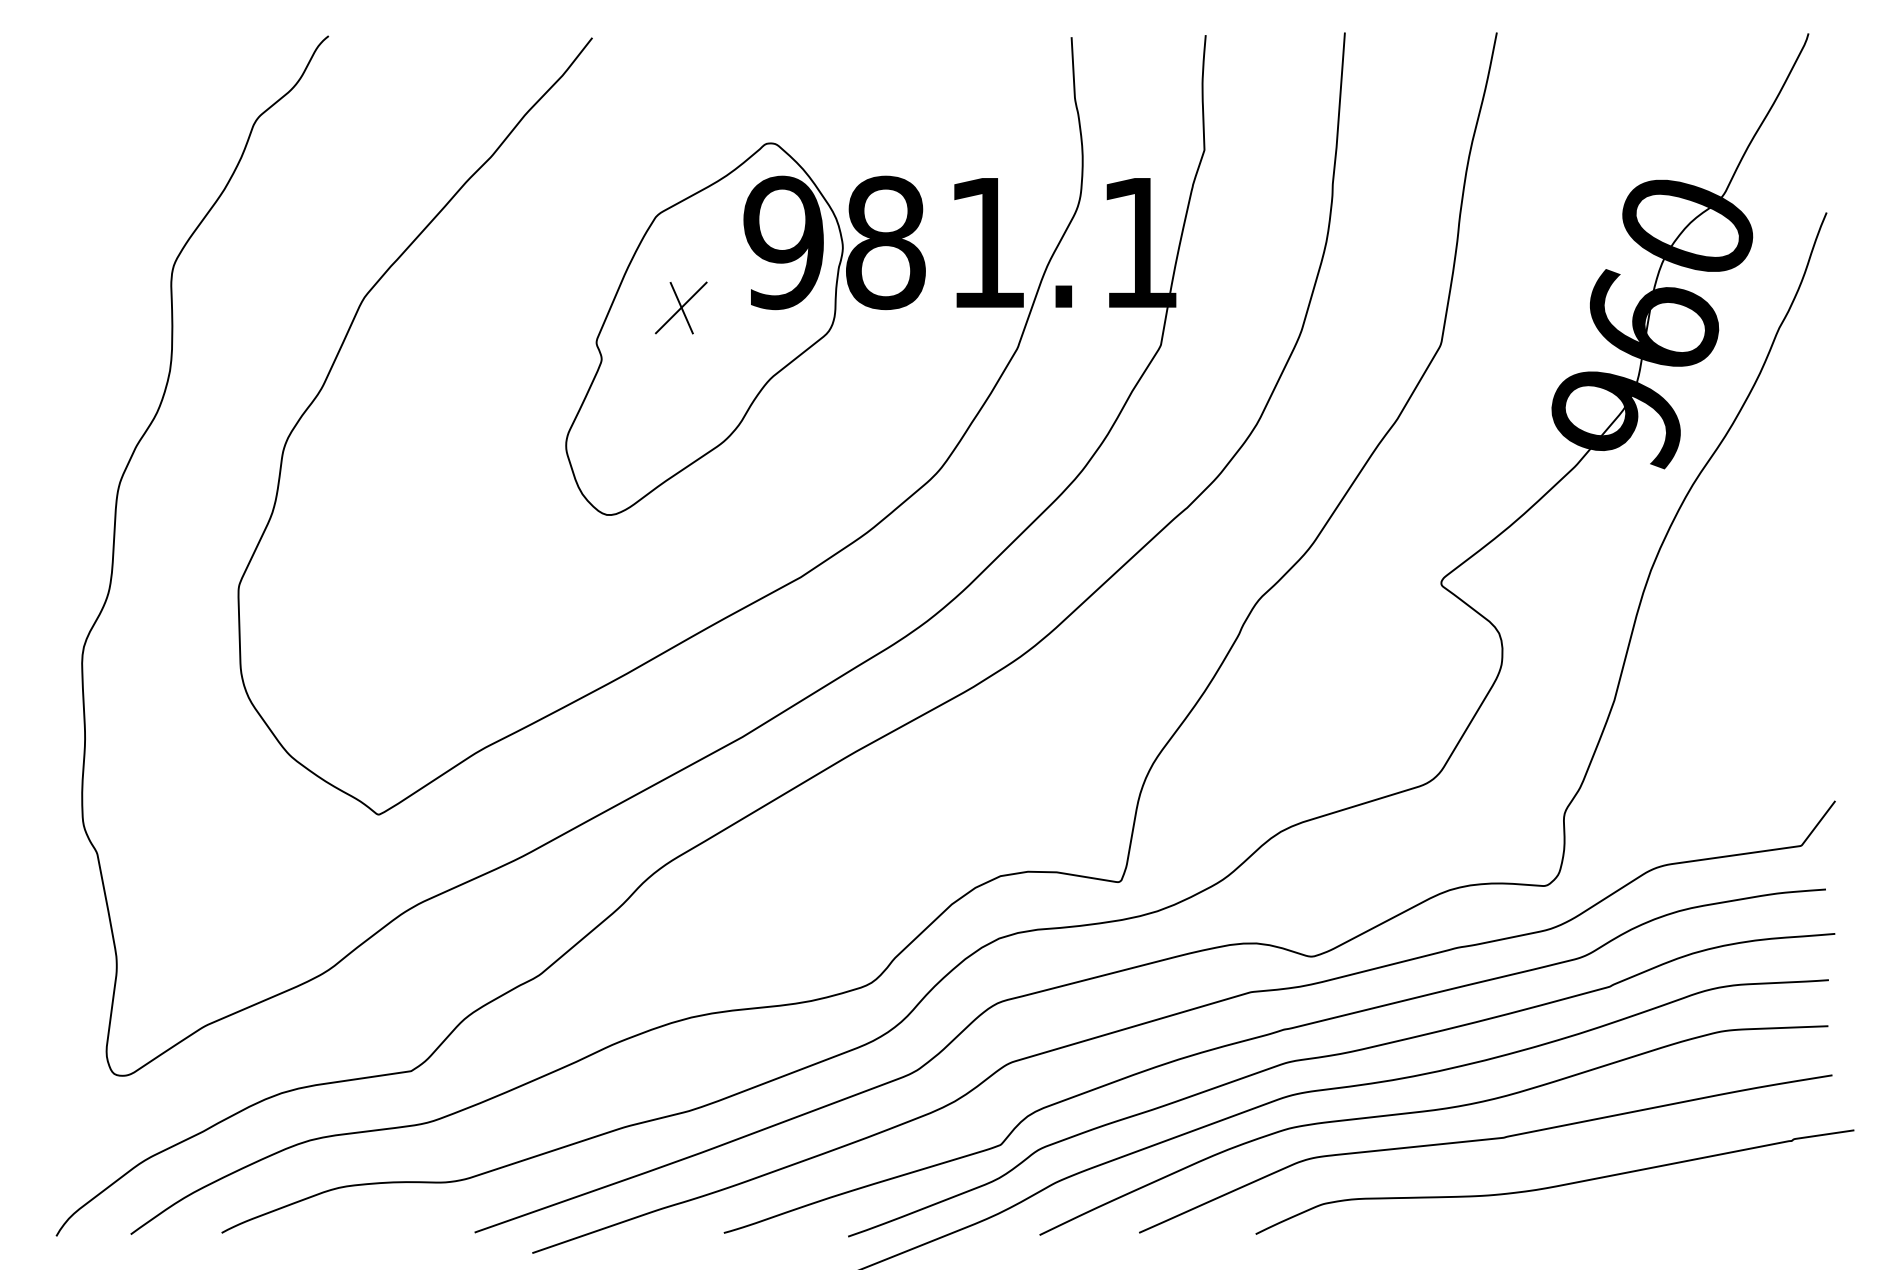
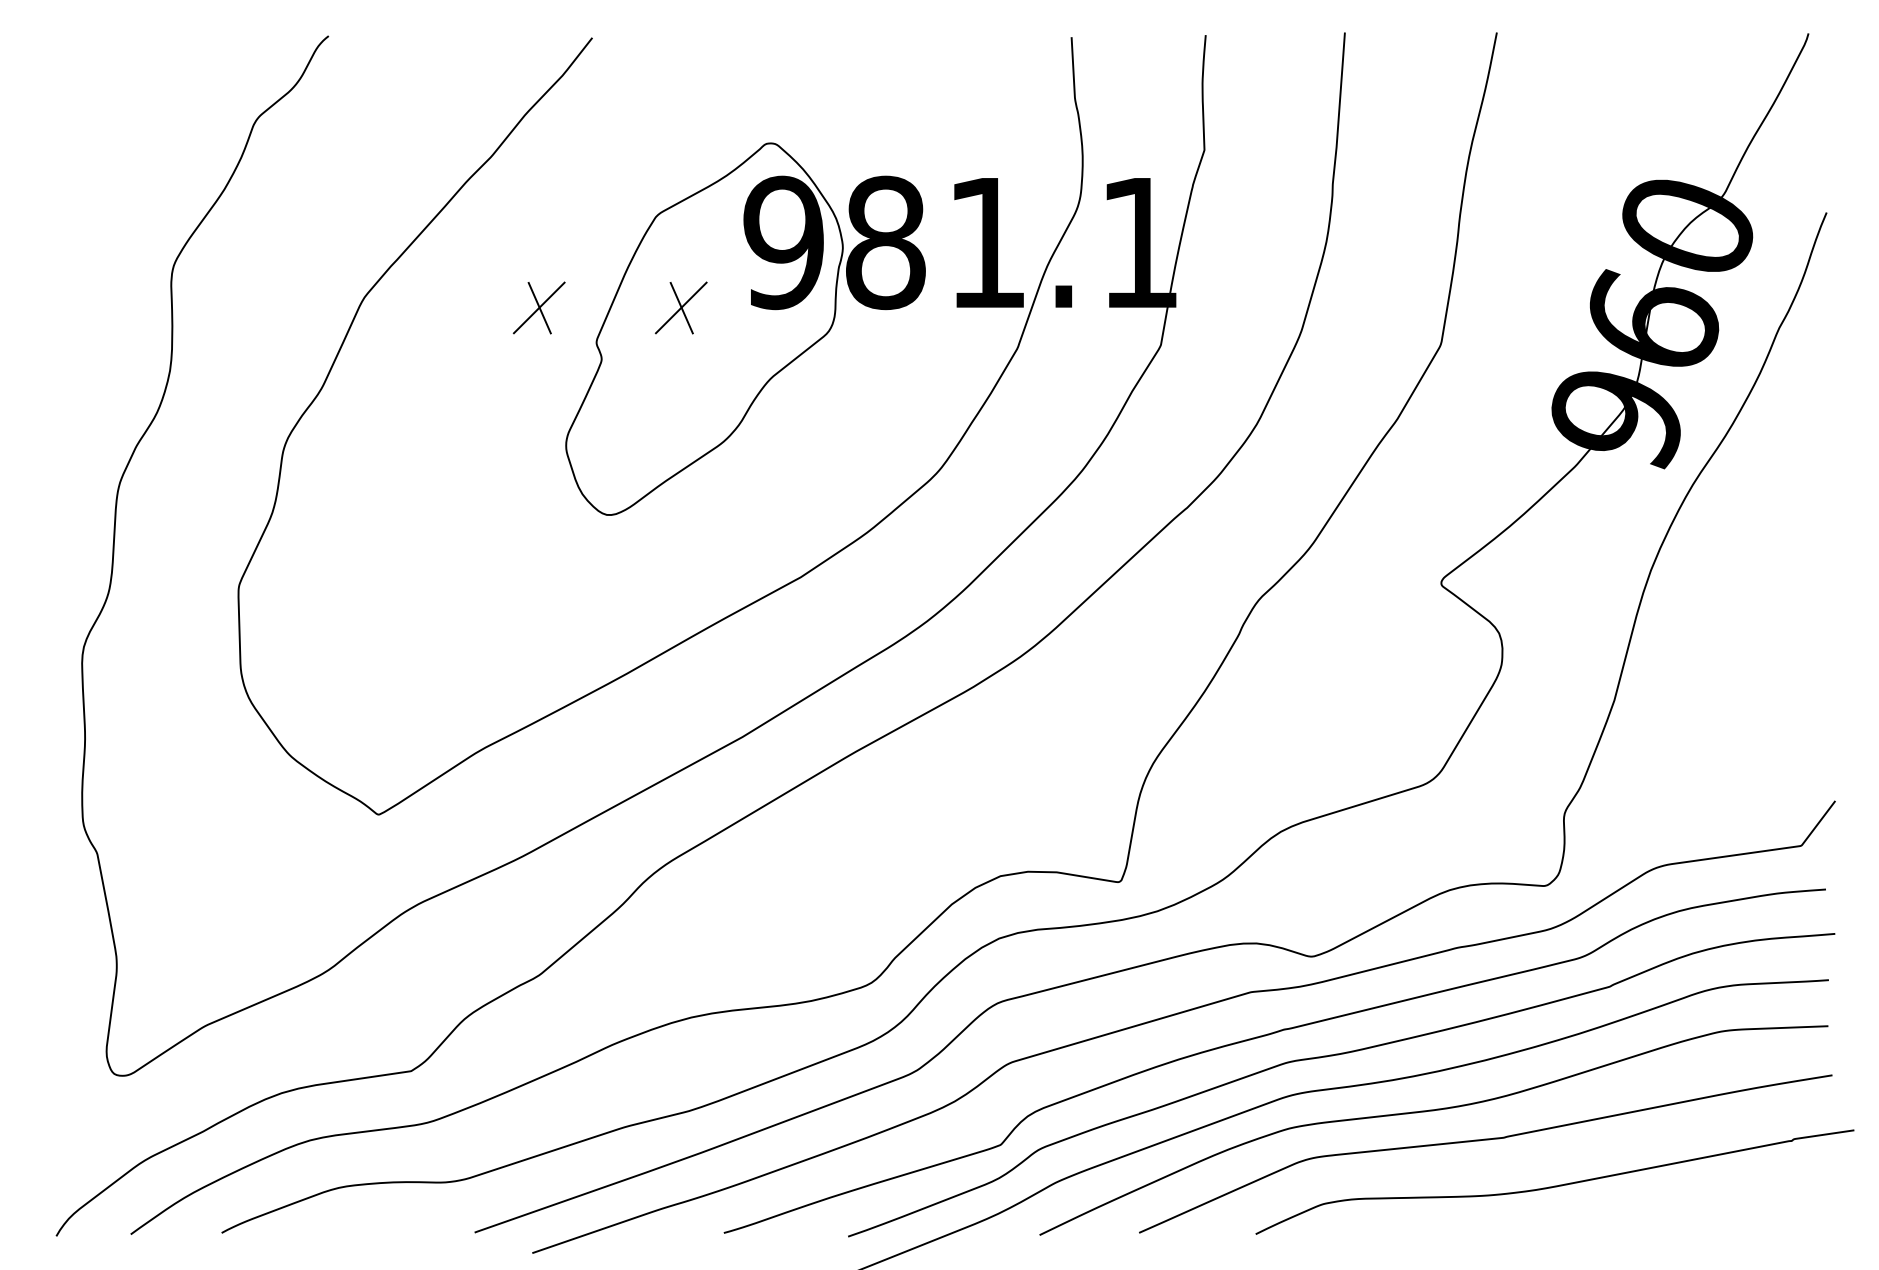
part at (538, 307): none -> present
